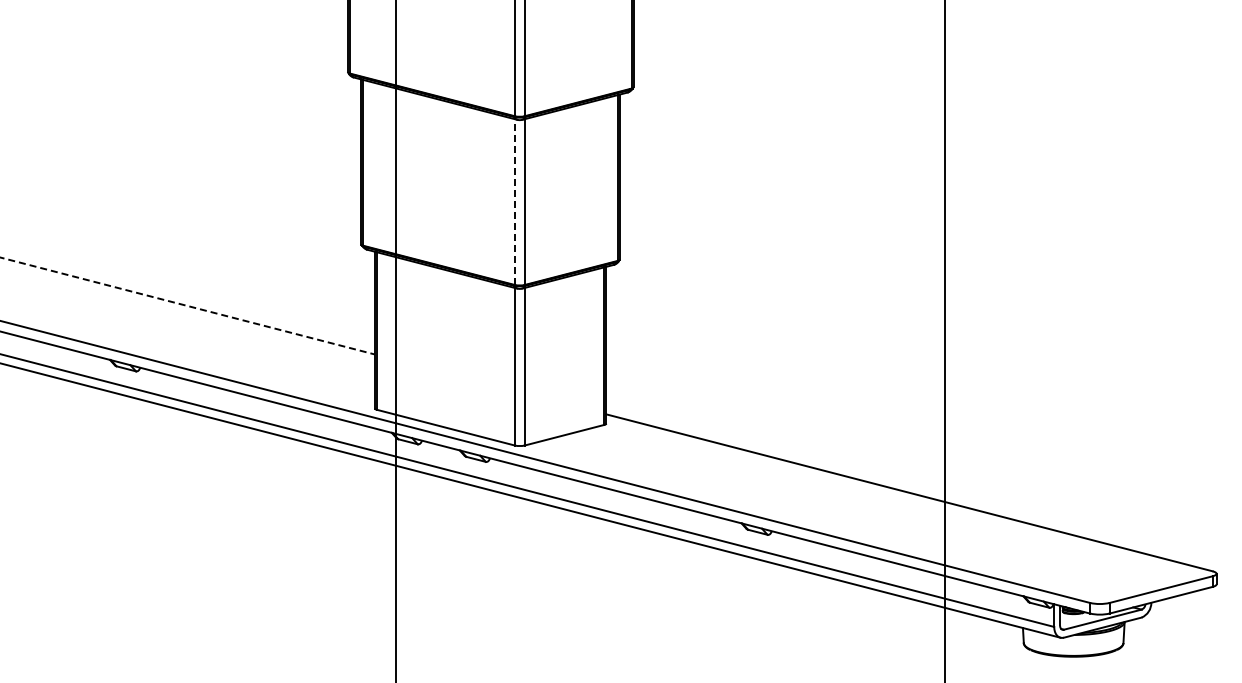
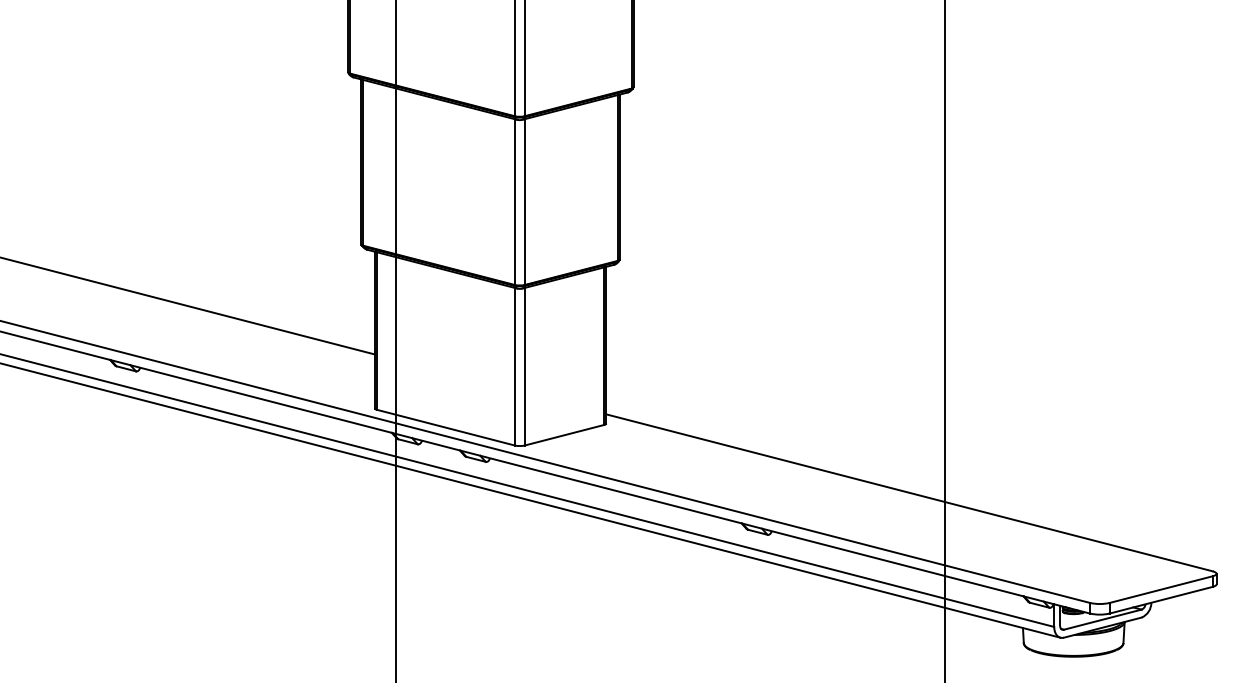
line at (514, 202): dashed -> solid
line at (188, 306): dashed -> solid
